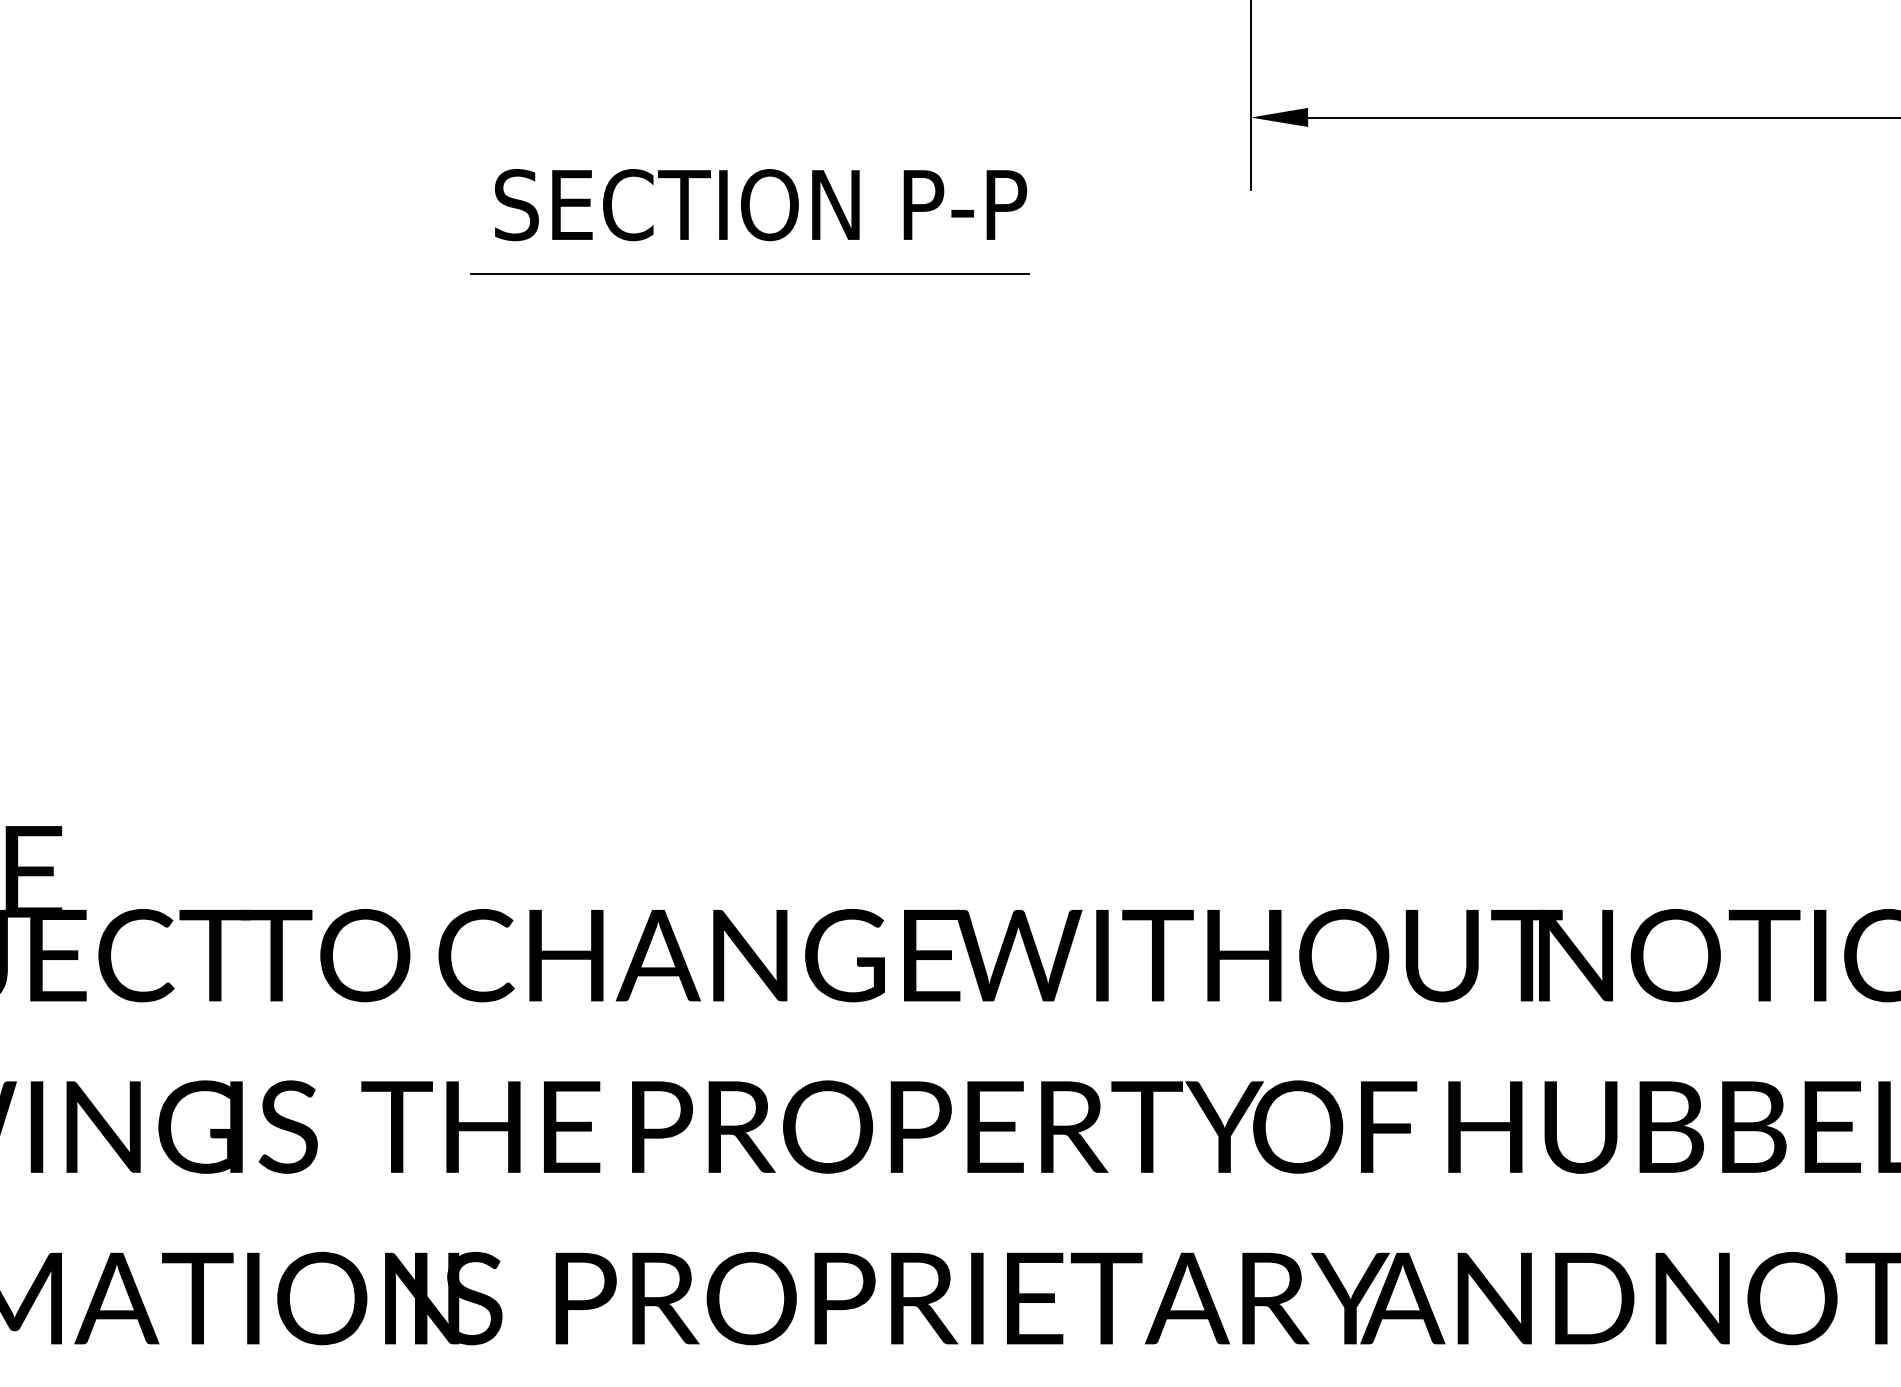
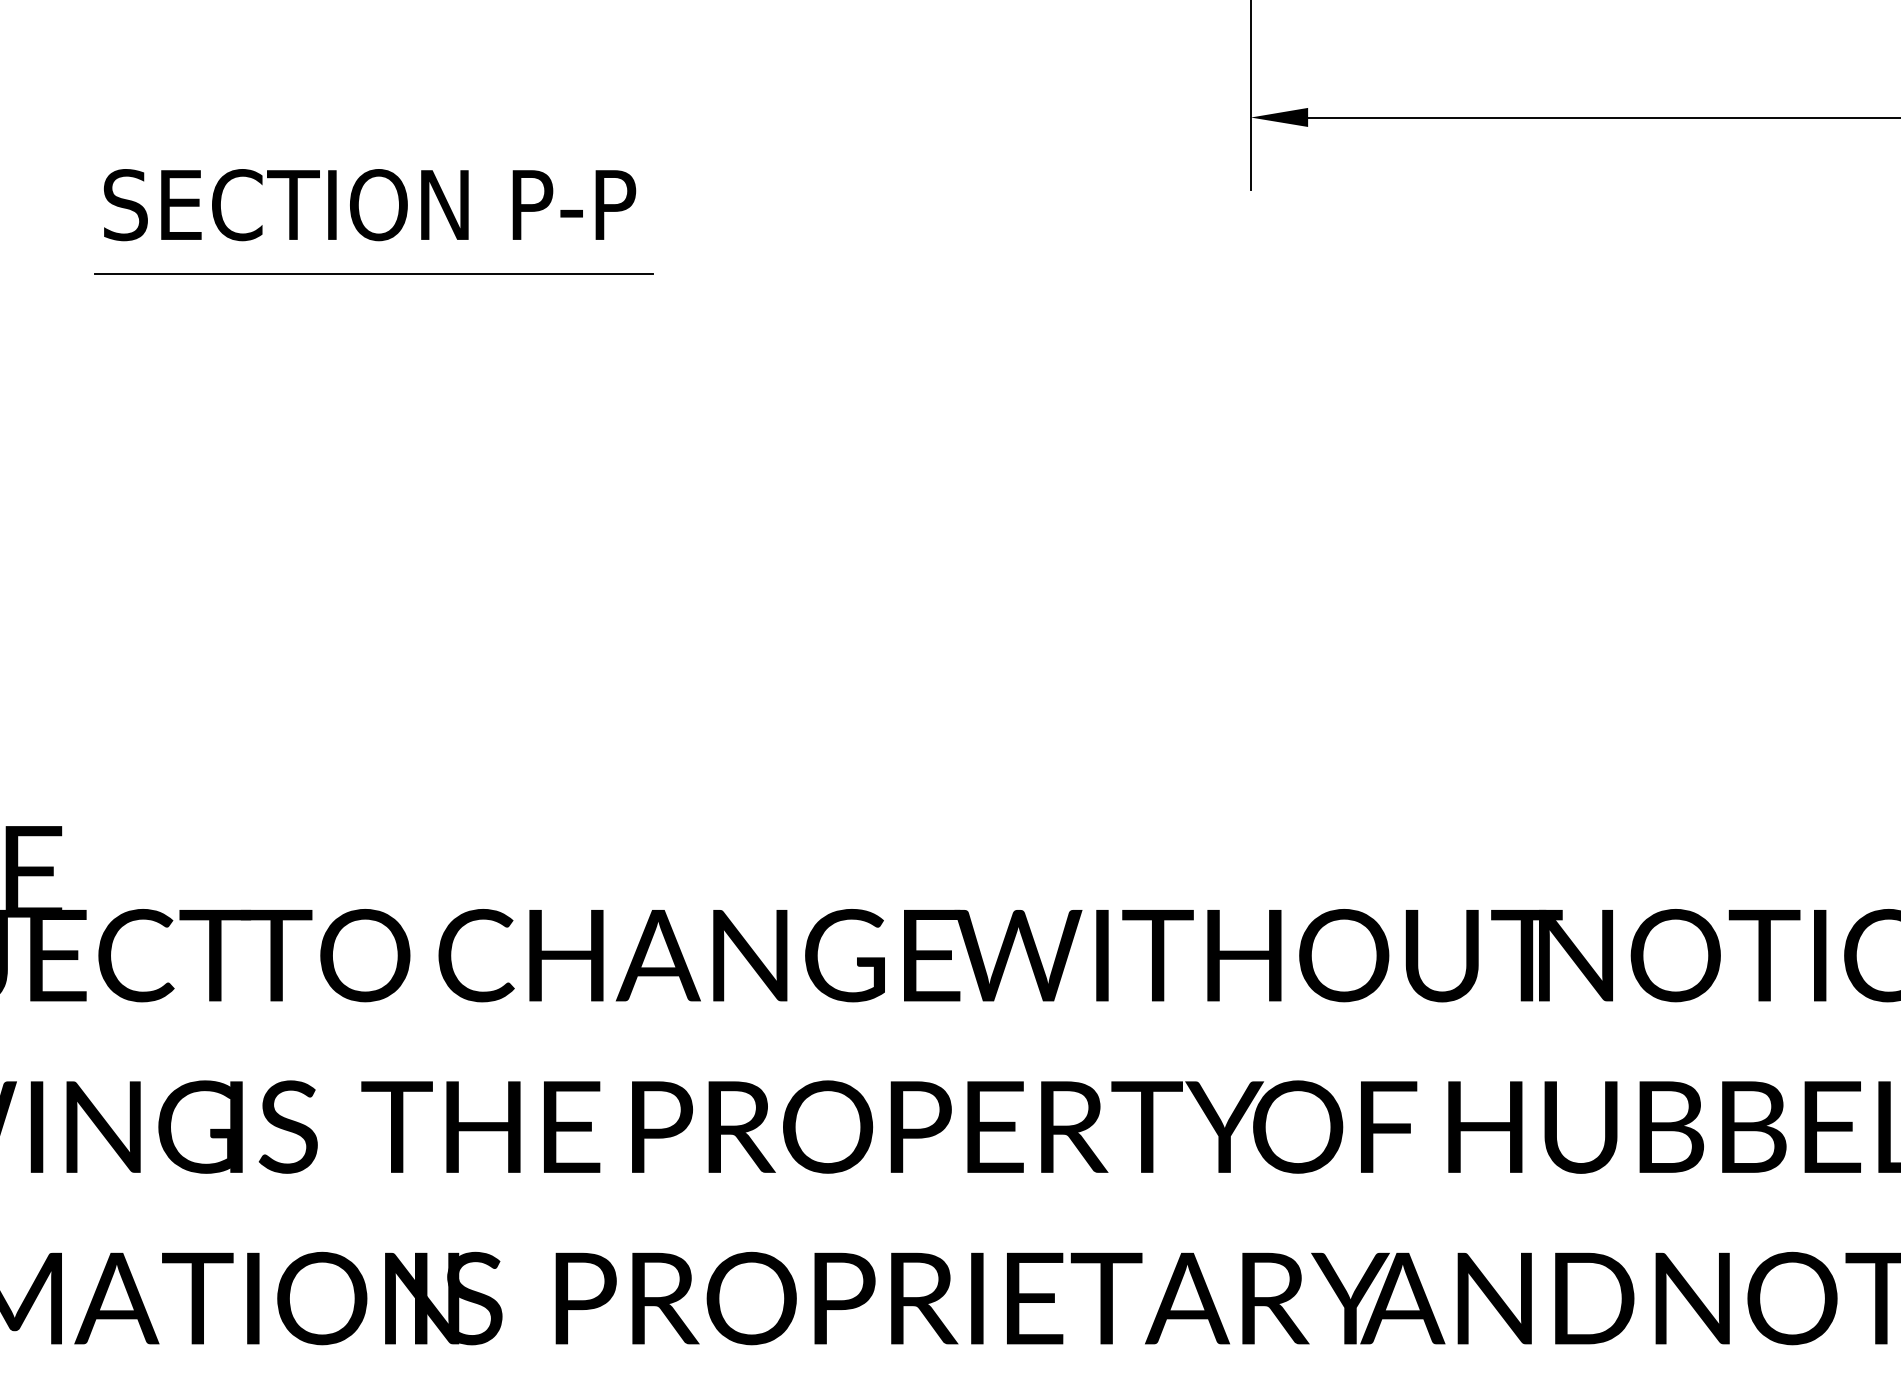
text at (761, 205) position: (761, 205) -> (370, 205)
line at (749, 273) position: (749, 273) -> (373, 273)
